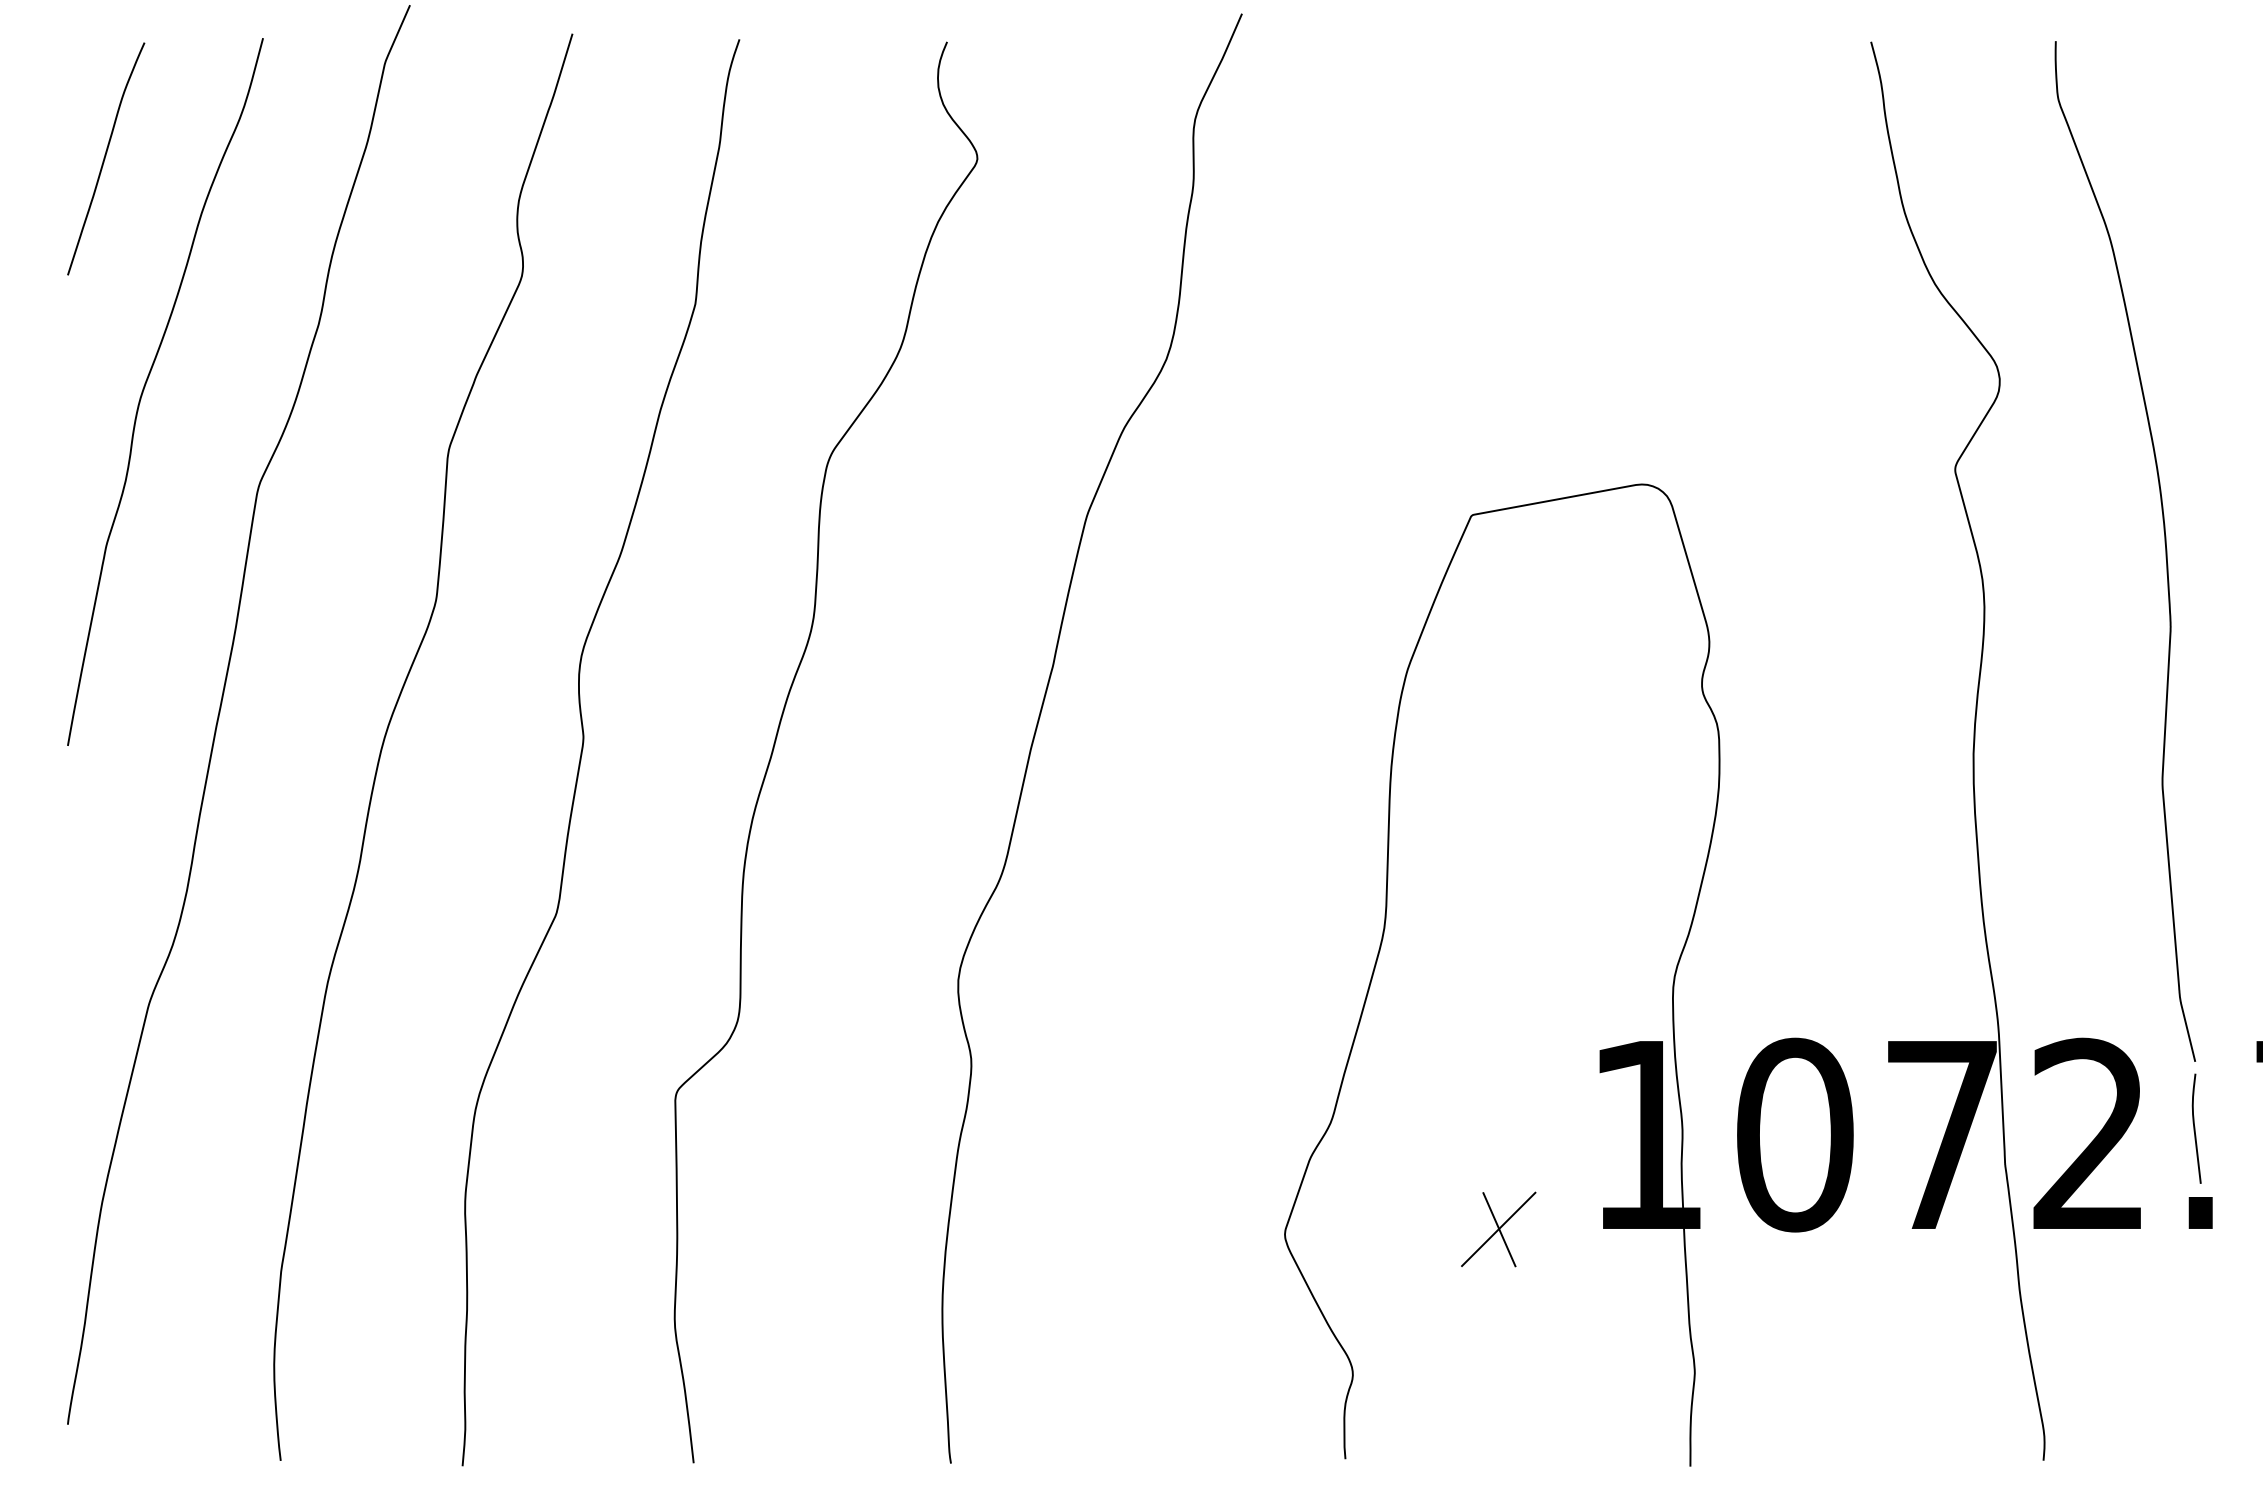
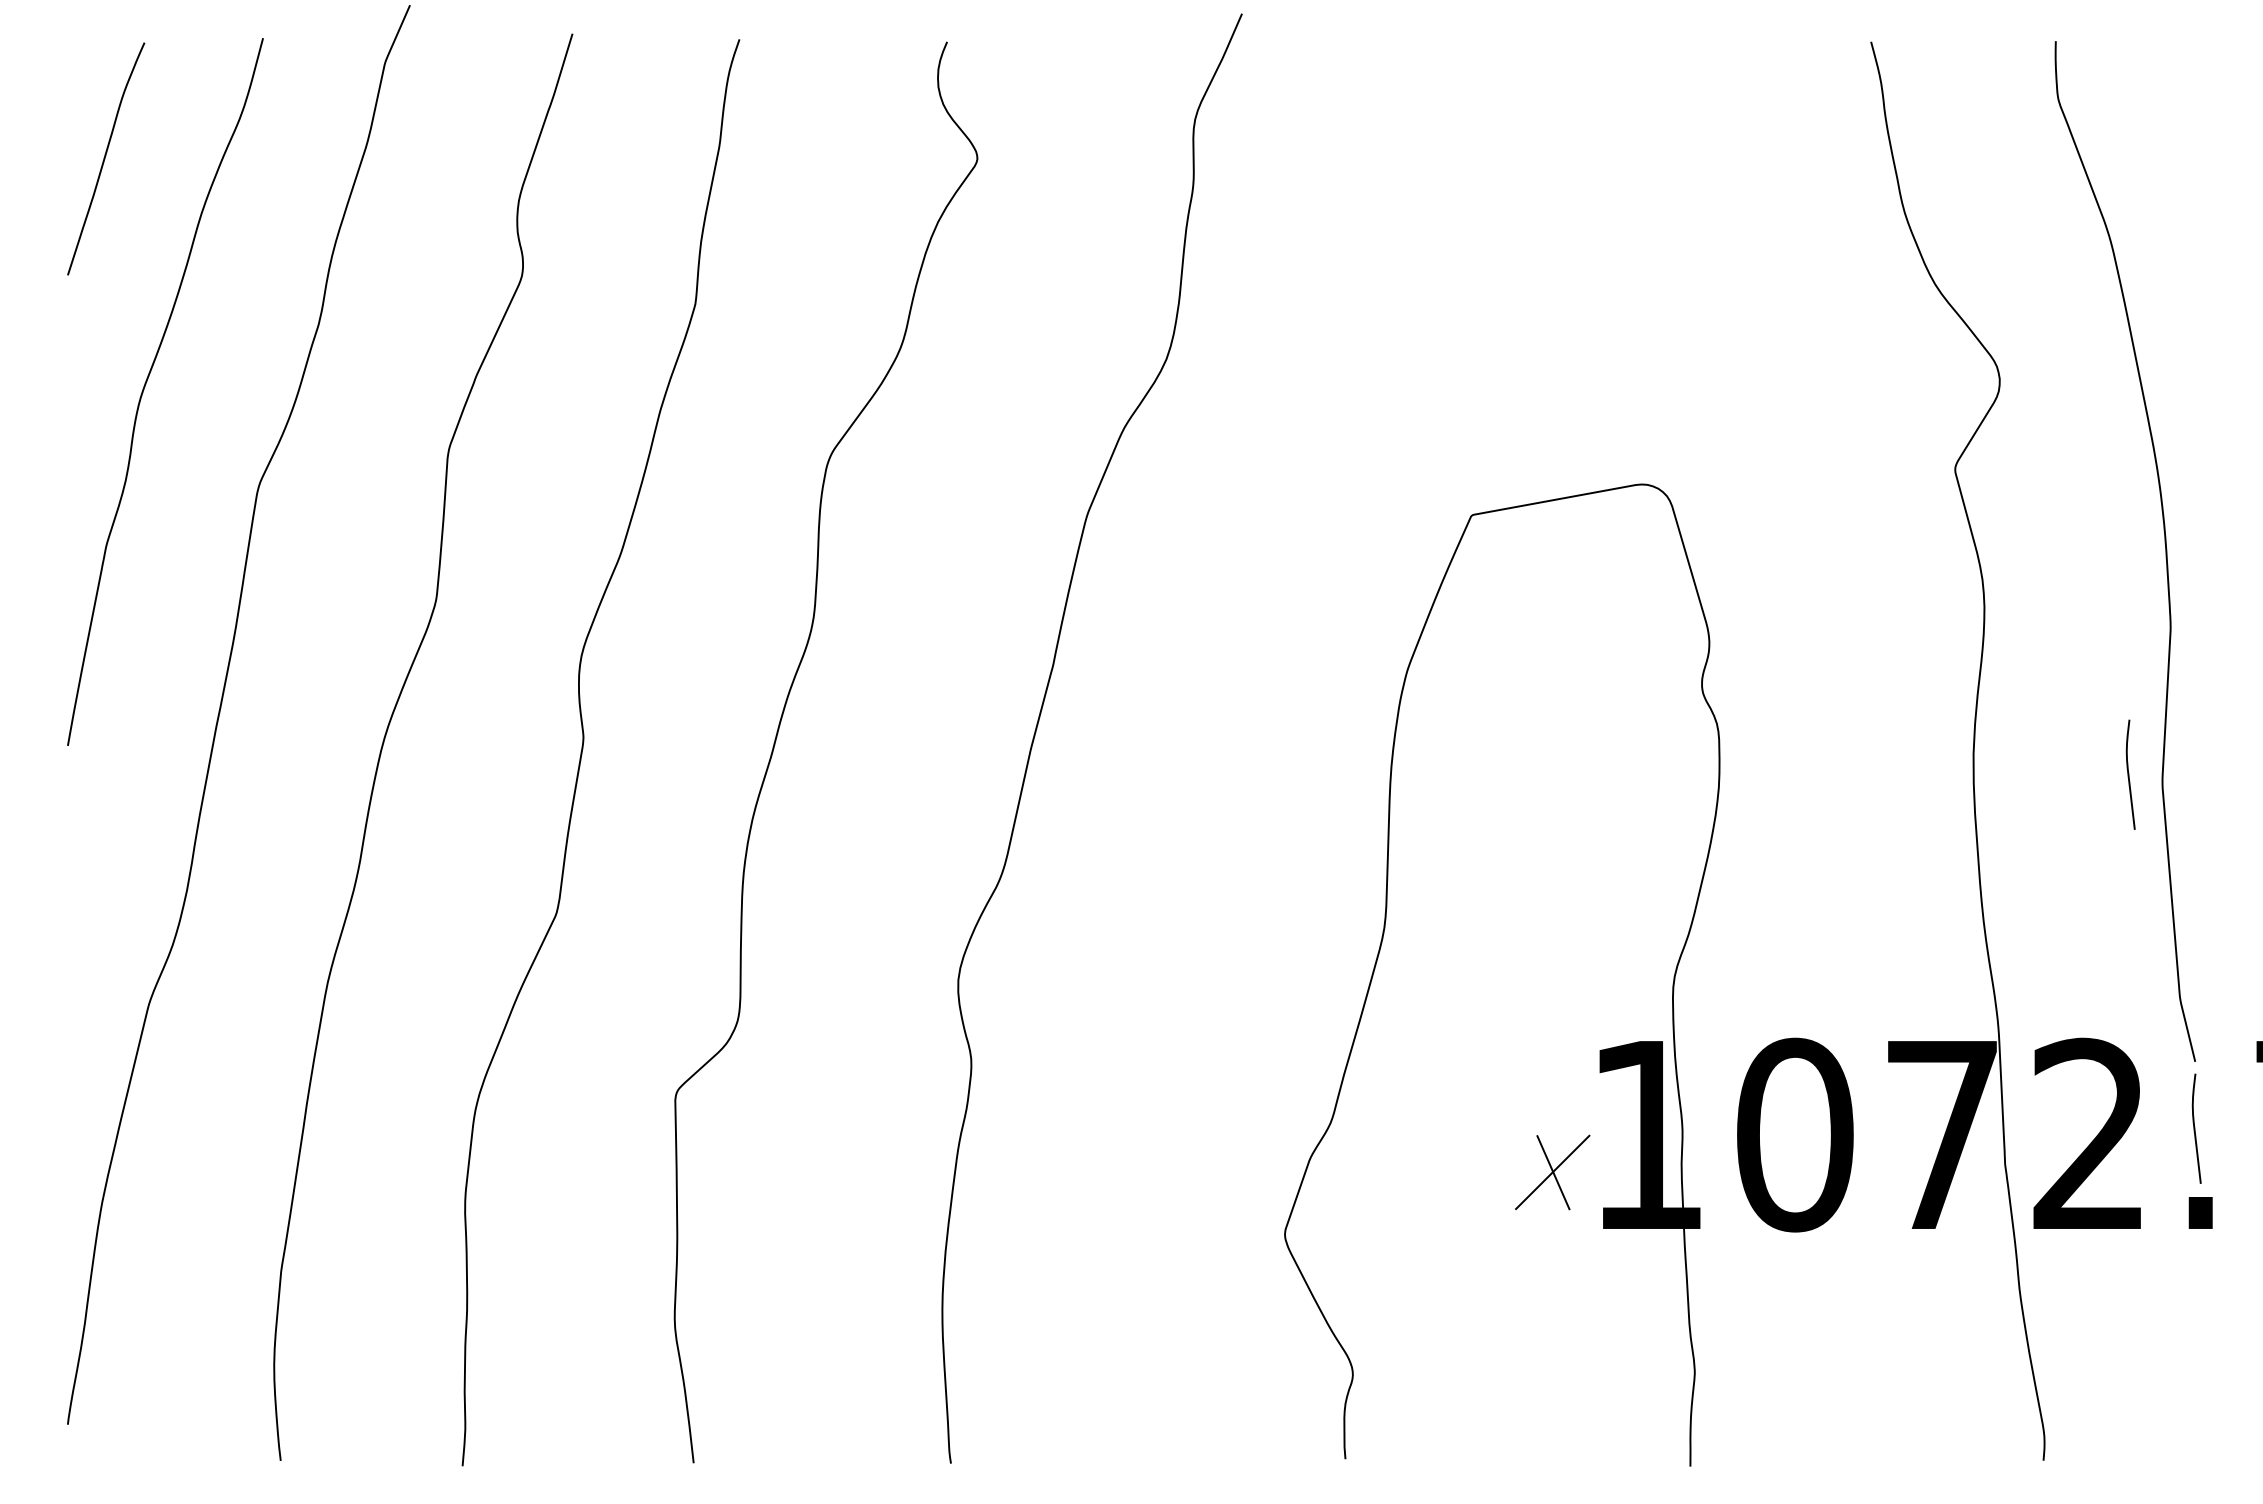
curve at (2129, 774): none -> present
part at (1498, 1229) position: (1498, 1229) -> (1552, 1172)
